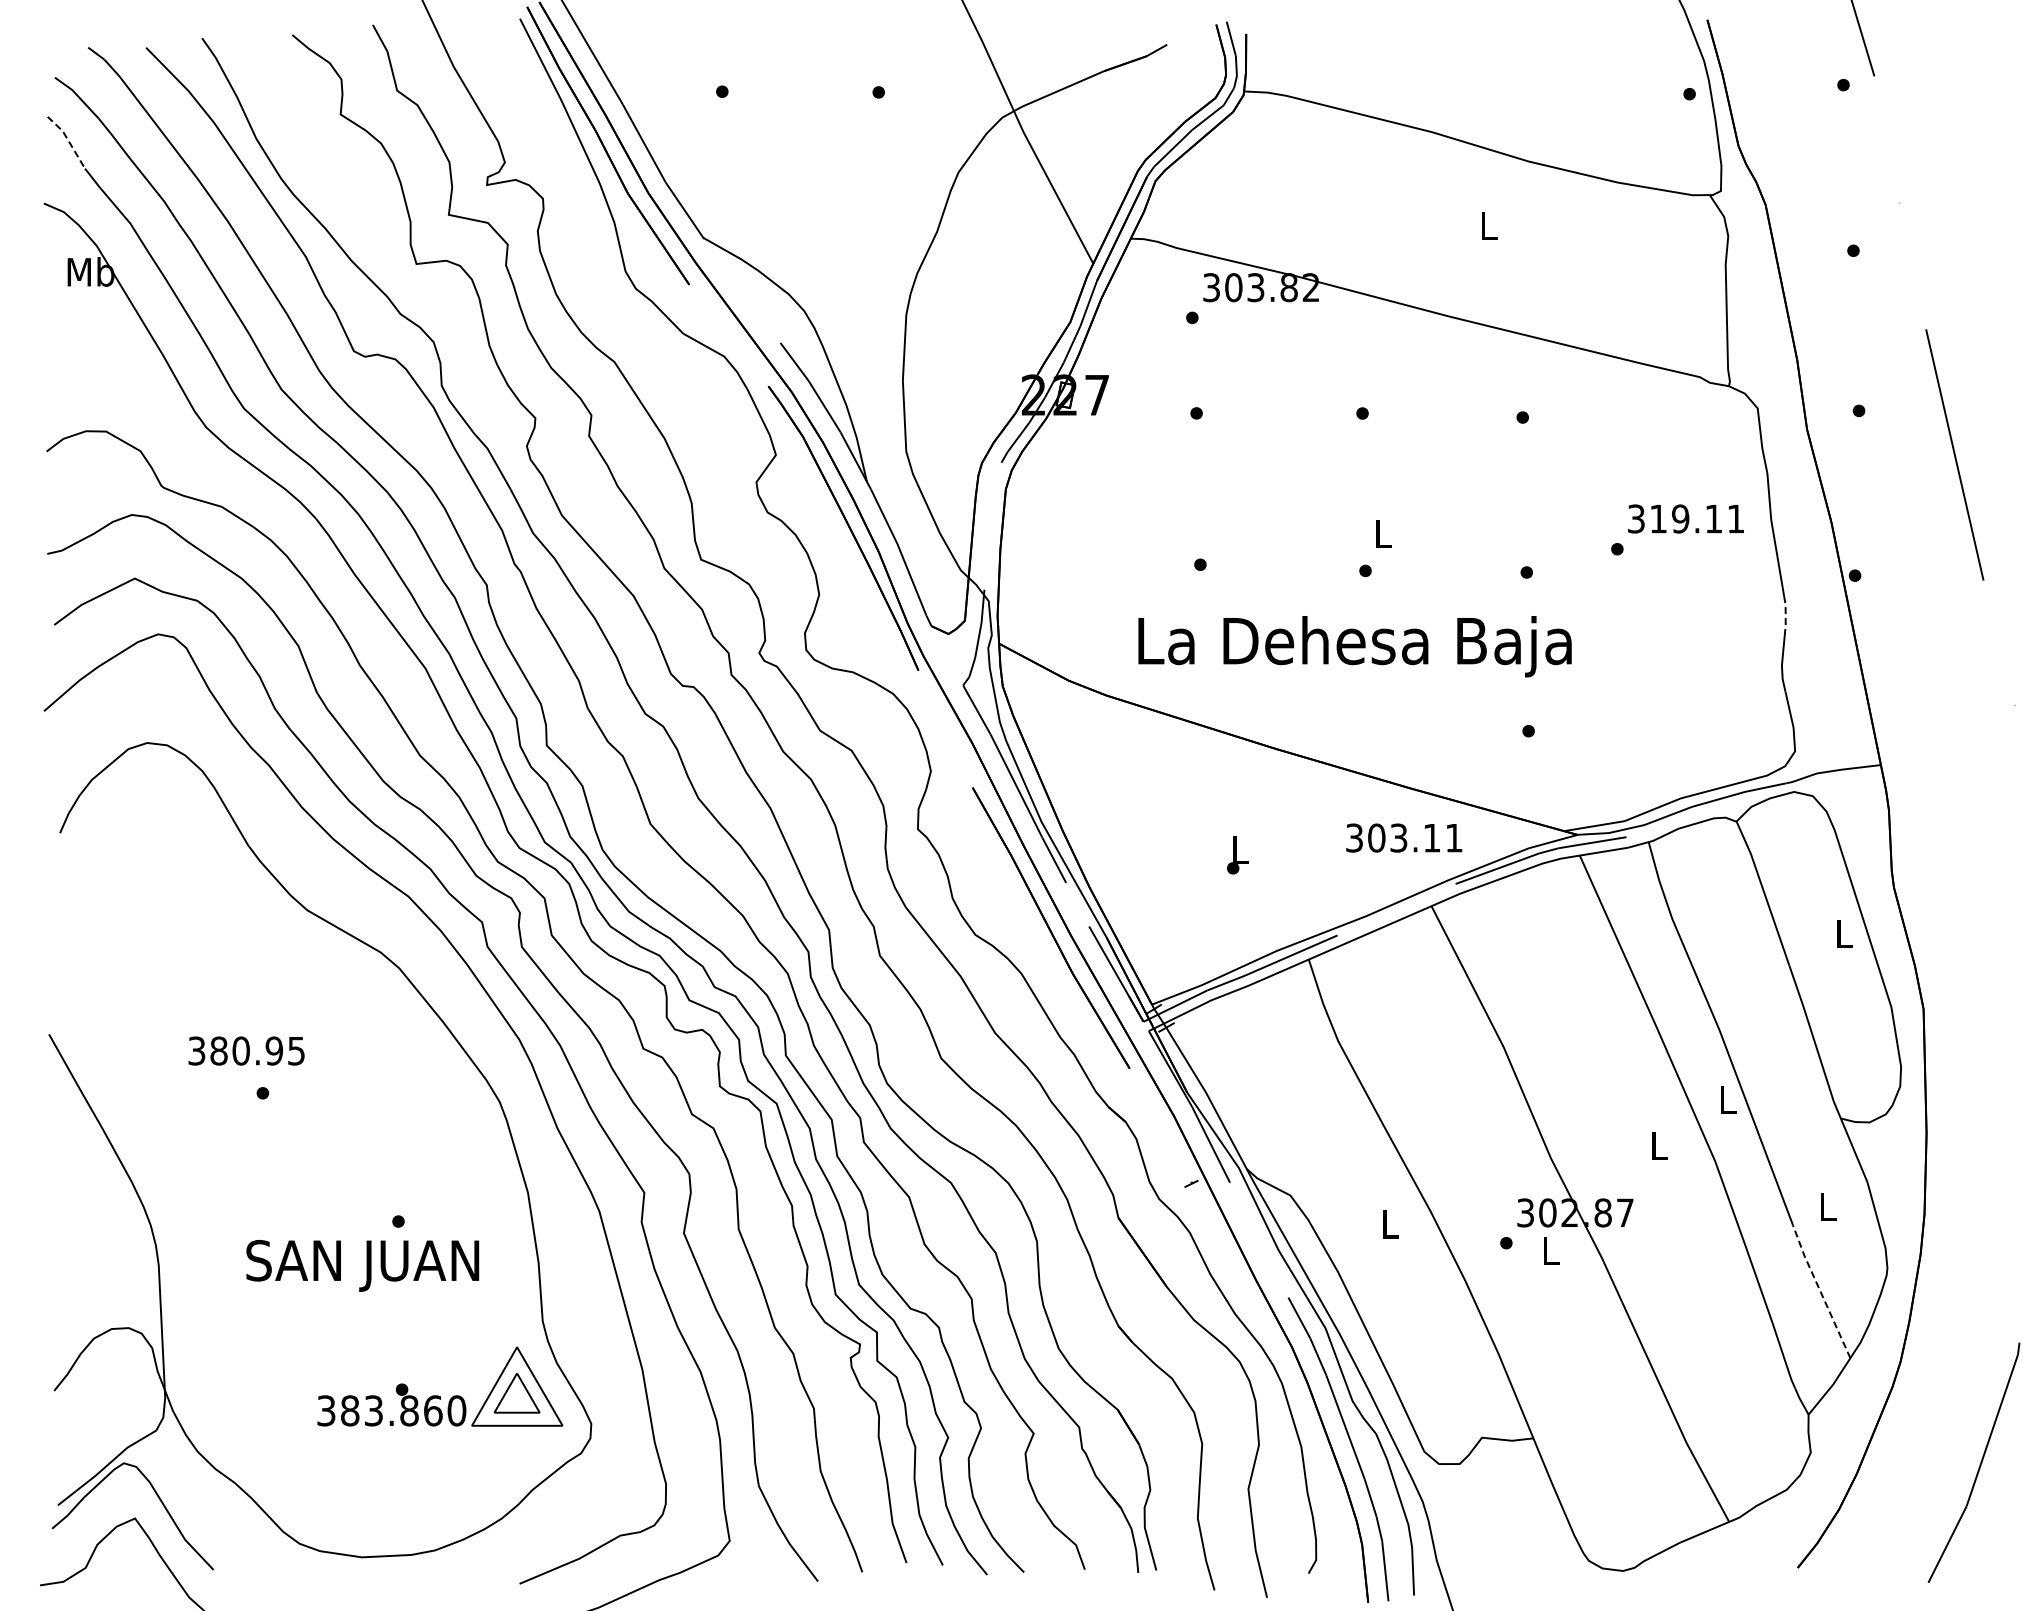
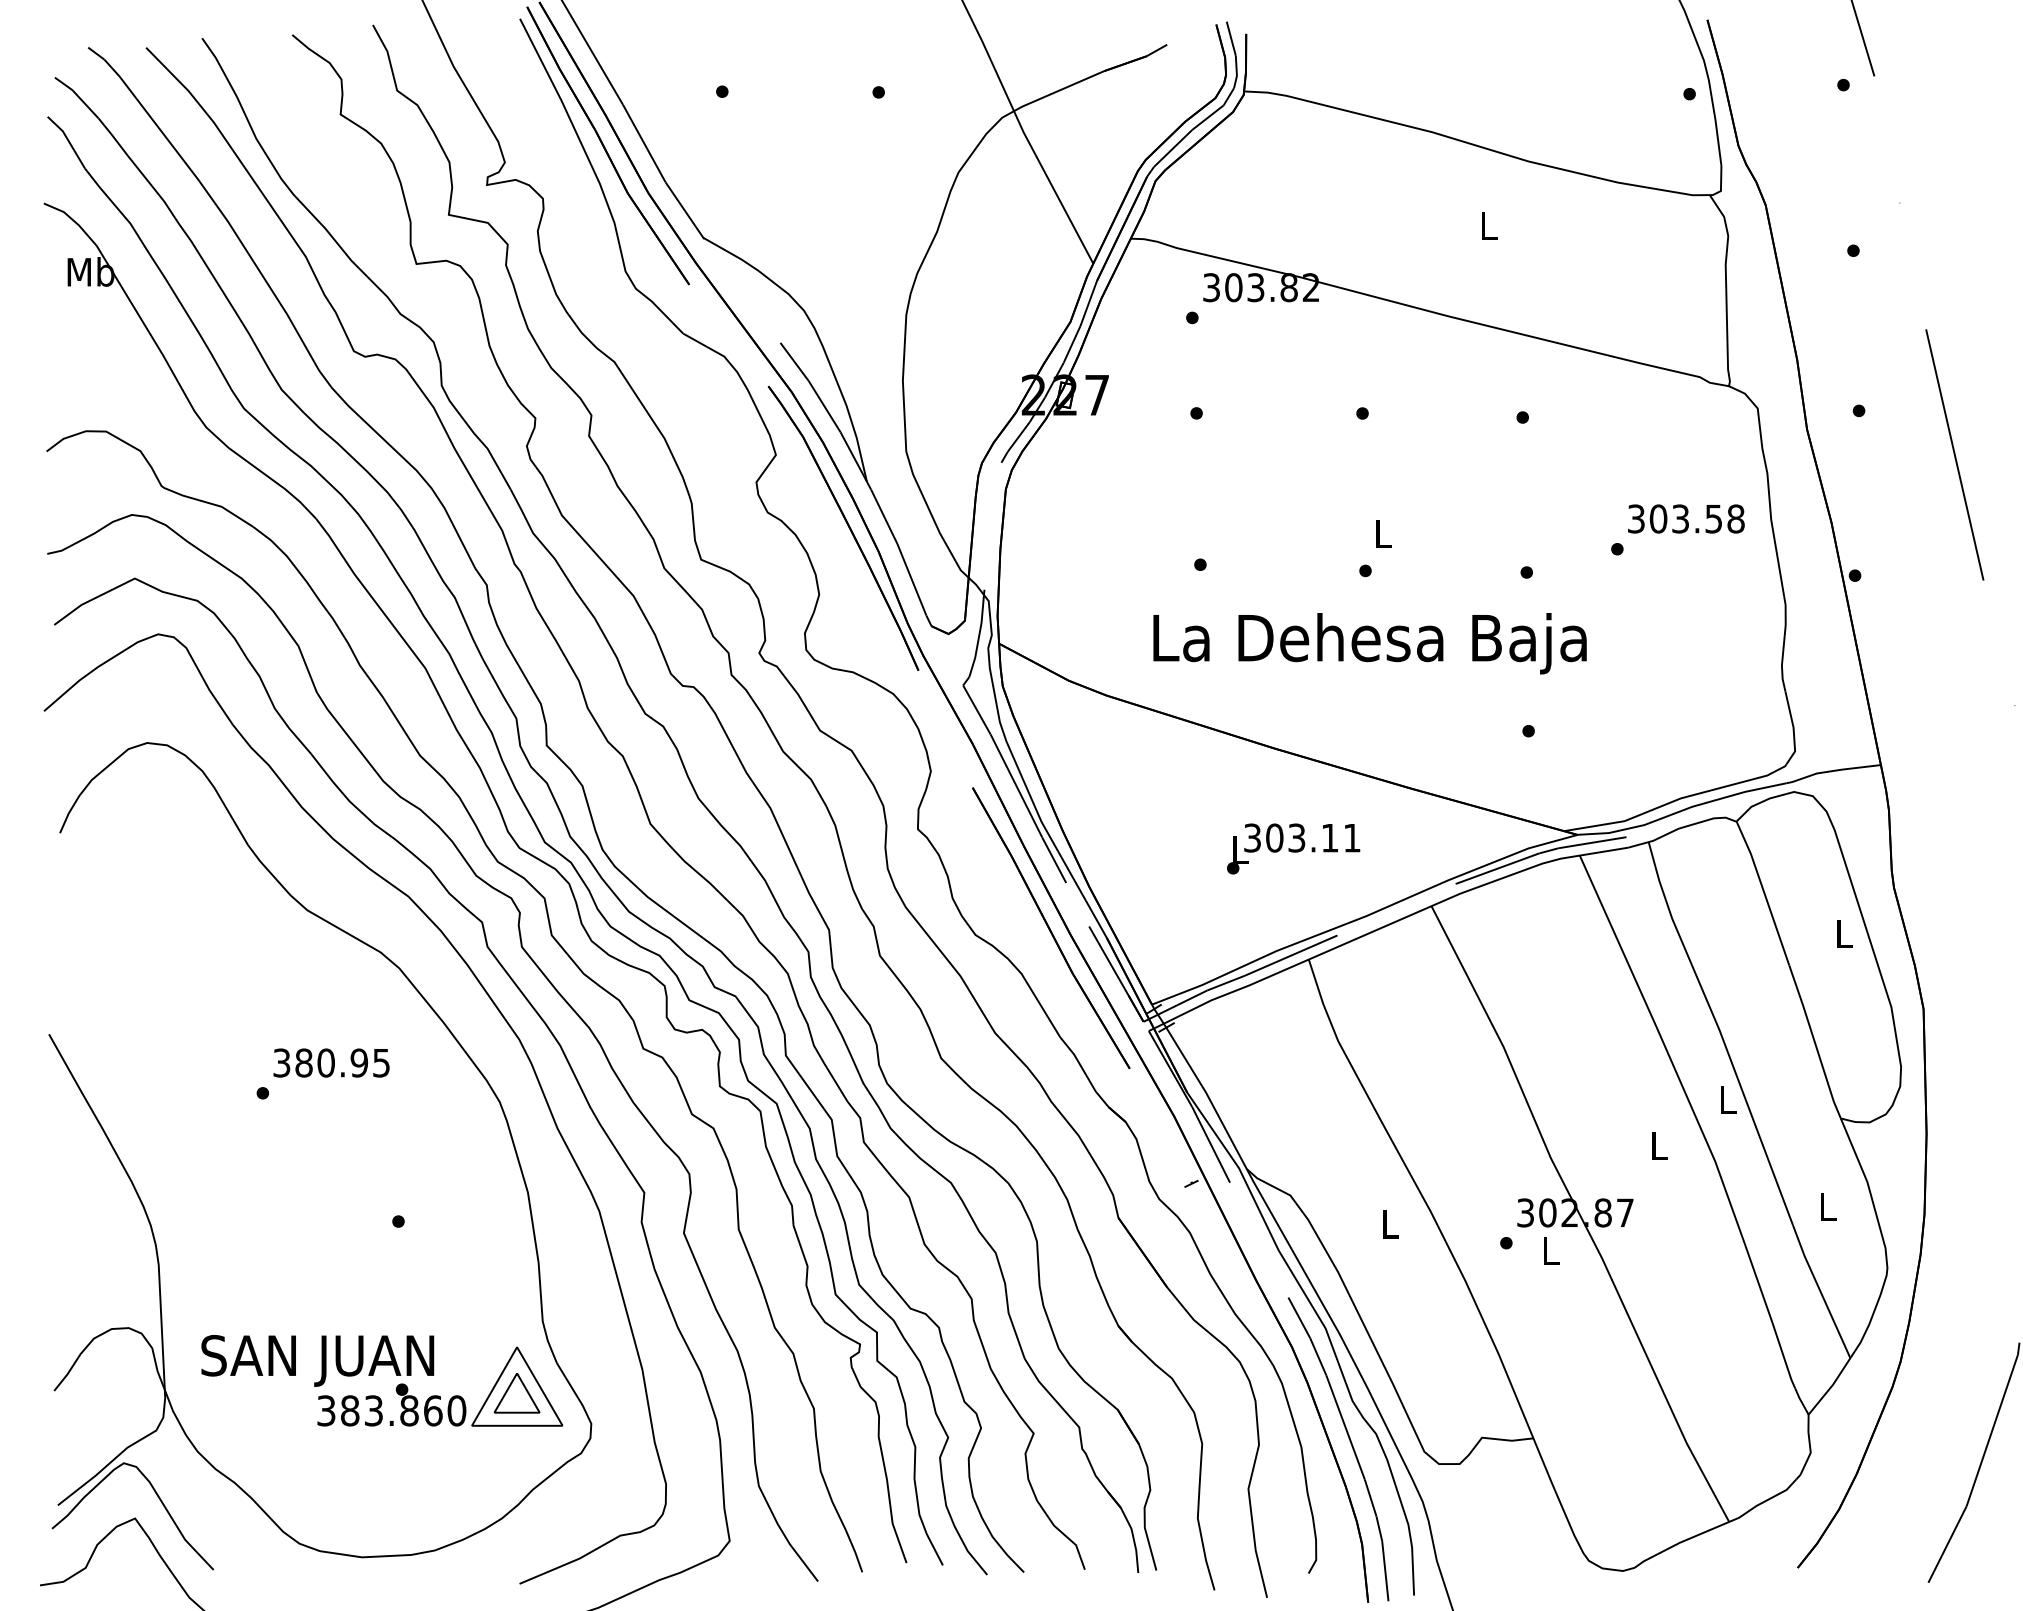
line at (68, 140): dashed -> solid
text at (1696, 518): 319.11 -> 303.58
line at (1785, 616): dashed -> solid
text at (1354, 646) position: (1354, 646) -> (1369, 643)
text at (1404, 837) position: (1404, 837) -> (1302, 837)
text at (246, 1050) position: (246, 1050) -> (331, 1062)
text at (362, 1265) position: (362, 1265) -> (317, 1360)
line at (1820, 1290): dashed -> solid
